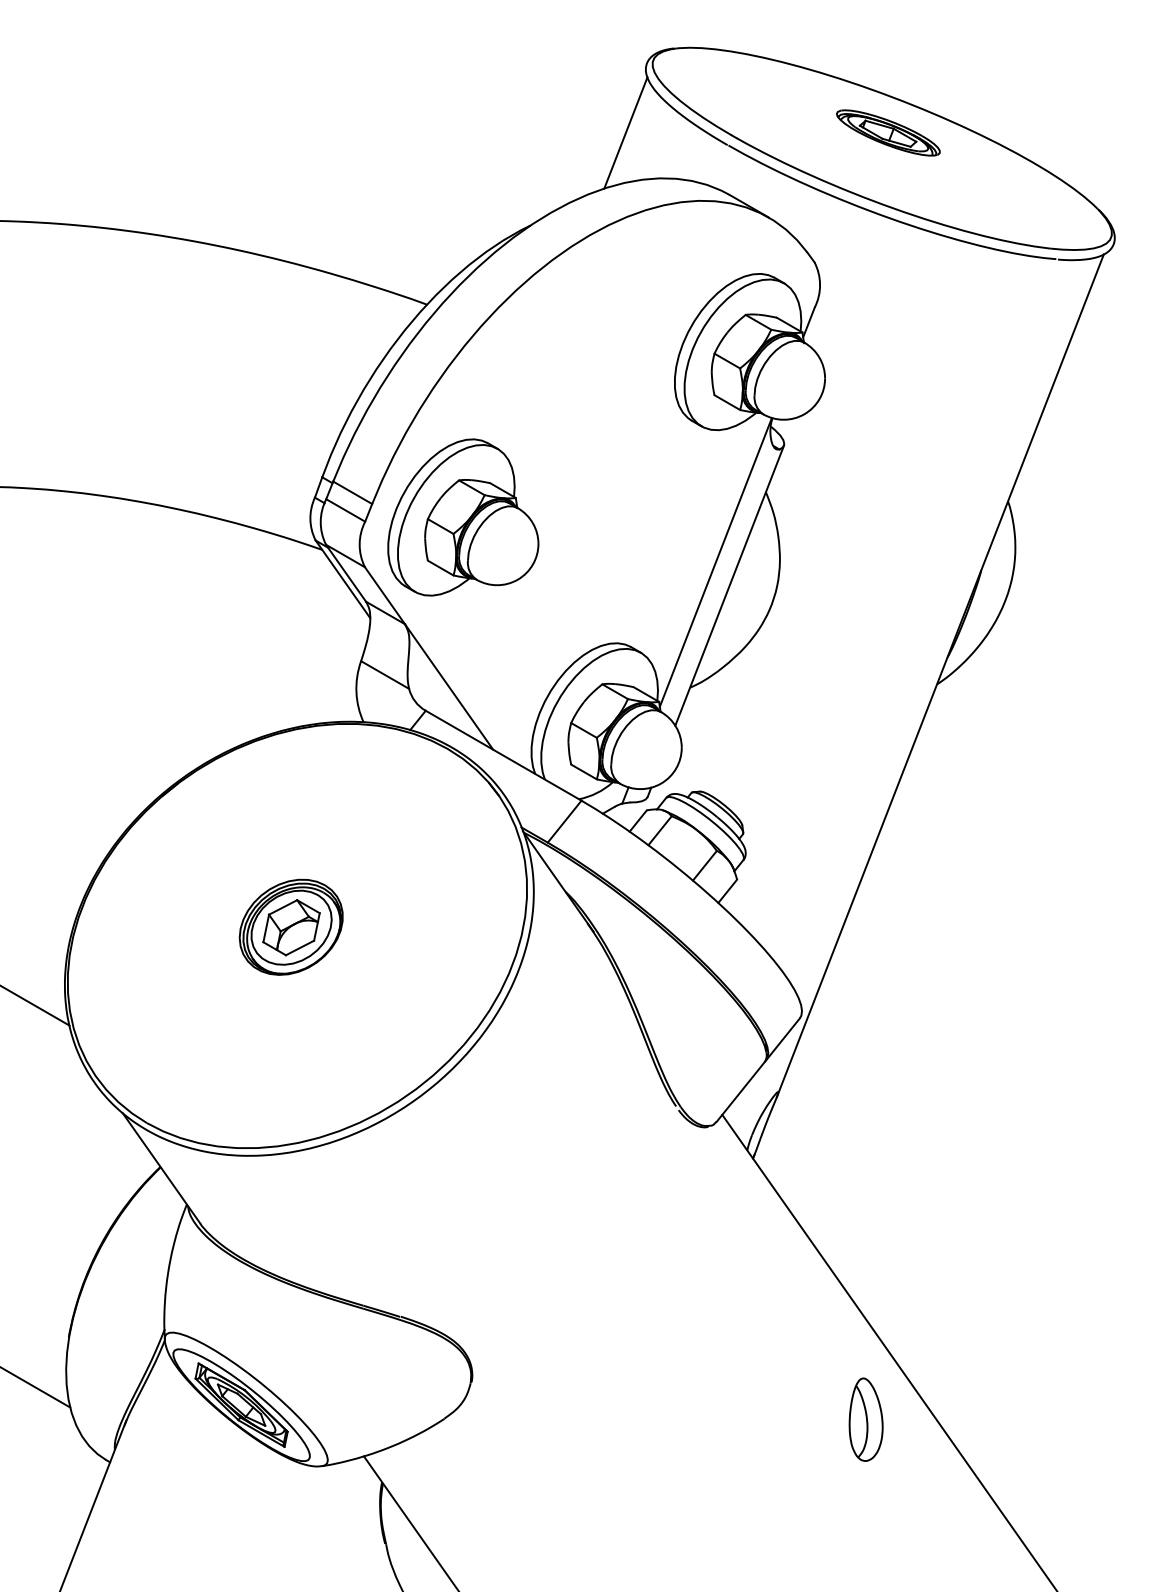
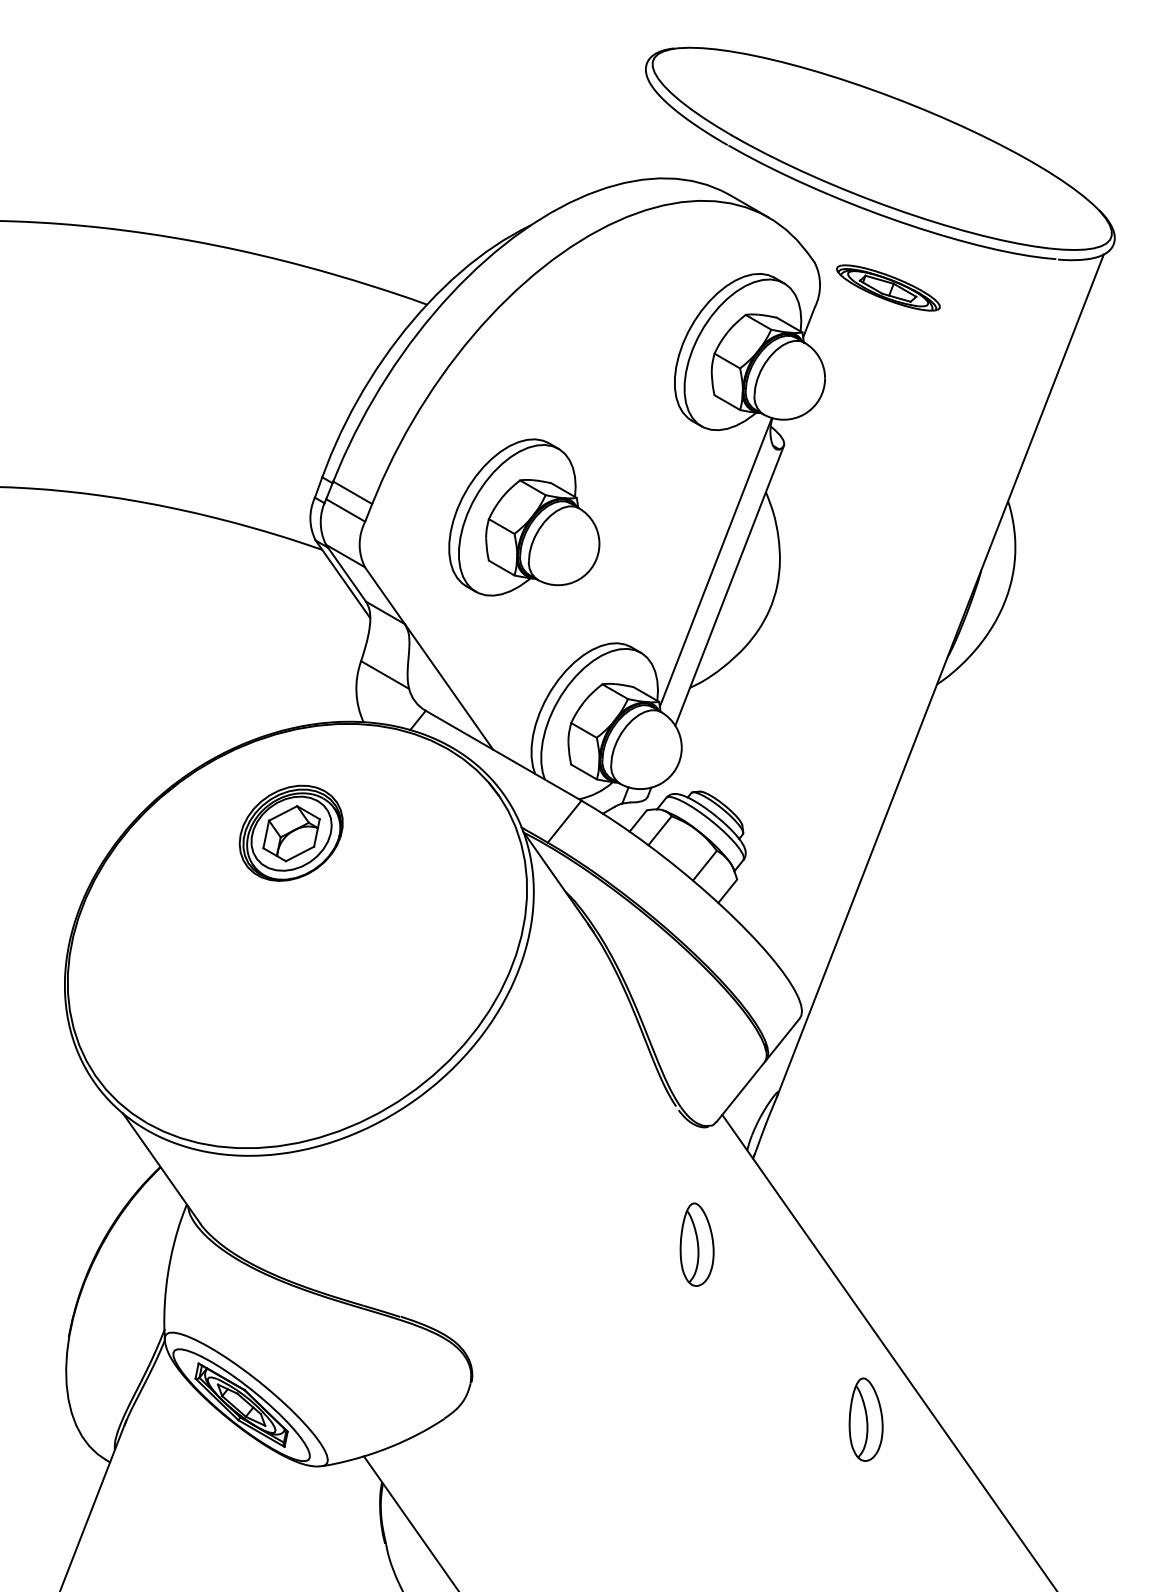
line at (625, 132): present -> none
part at (888, 132) position: (888, 132) -> (888, 287)
part at (463, 517) position: (463, 517) -> (524, 517)
part at (290, 926) position: (290, 926) -> (290, 832)
line at (35, 1006): present -> none
part at (696, 1244): none -> present
line at (36, 1387): present -> none
